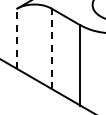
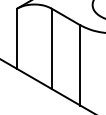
line at (17, 38): dashed -> solid
line at (51, 48): dashed -> solid
